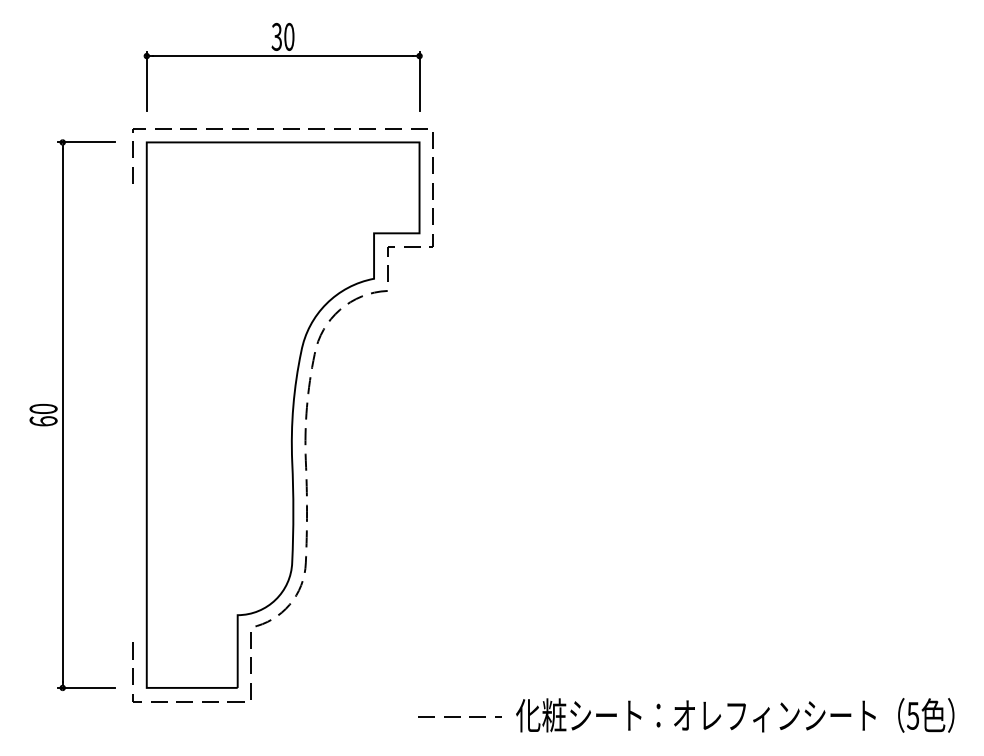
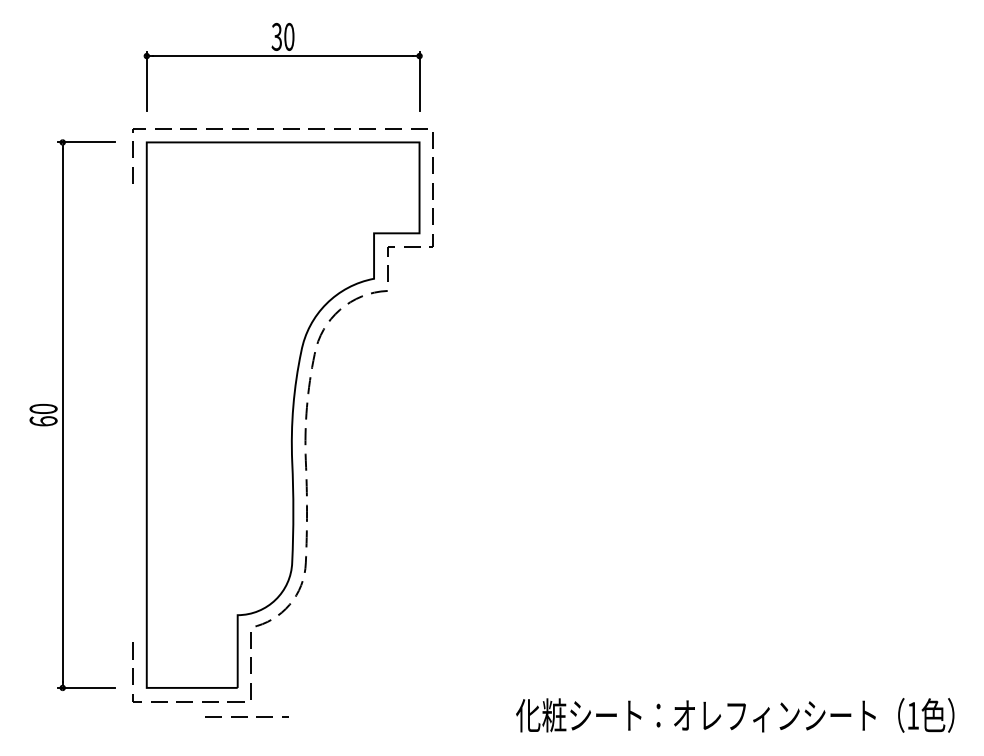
text at (912, 715): 5 -> 1
line at (459, 716) position: (459, 716) -> (246, 716)
